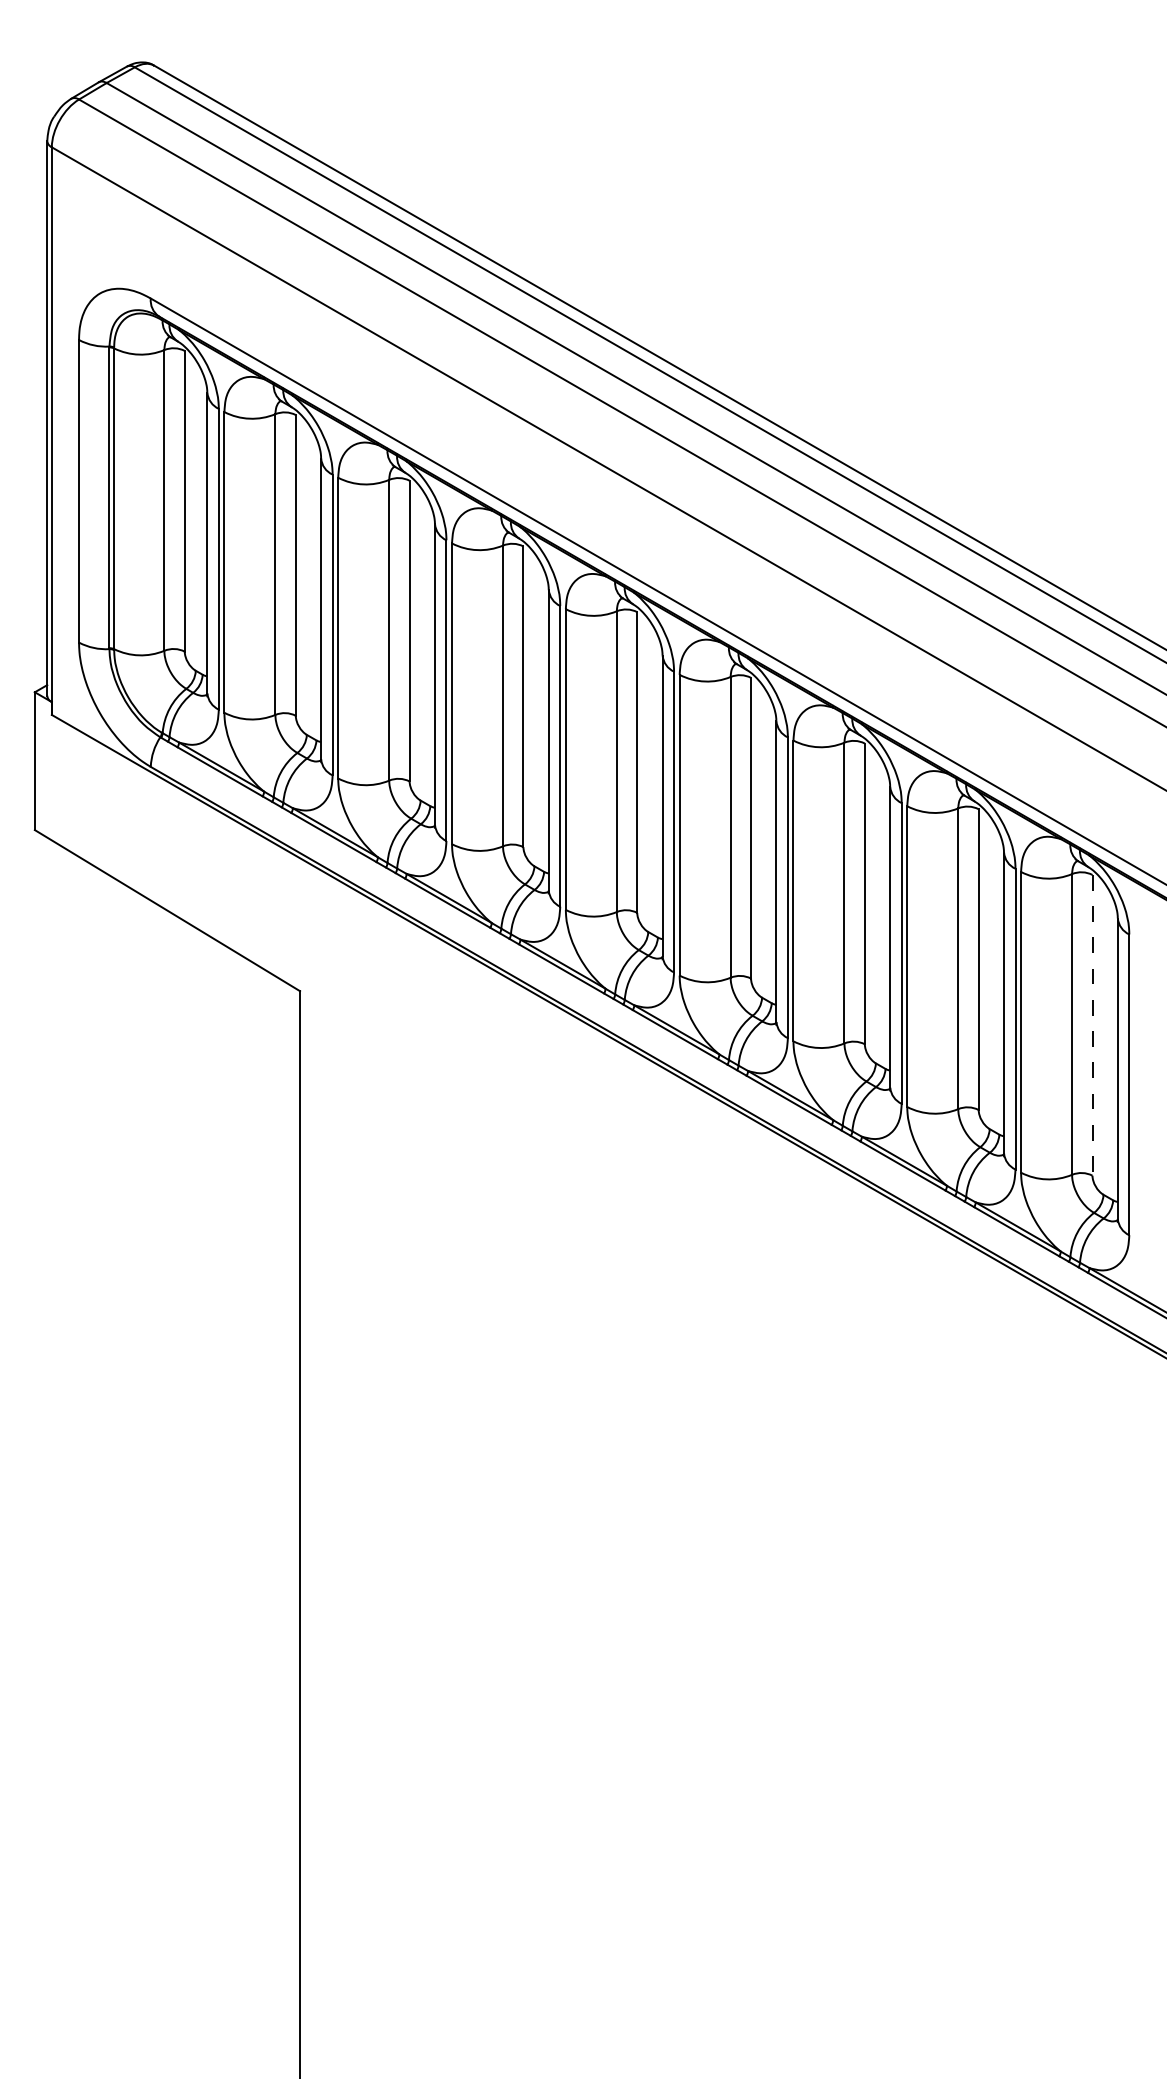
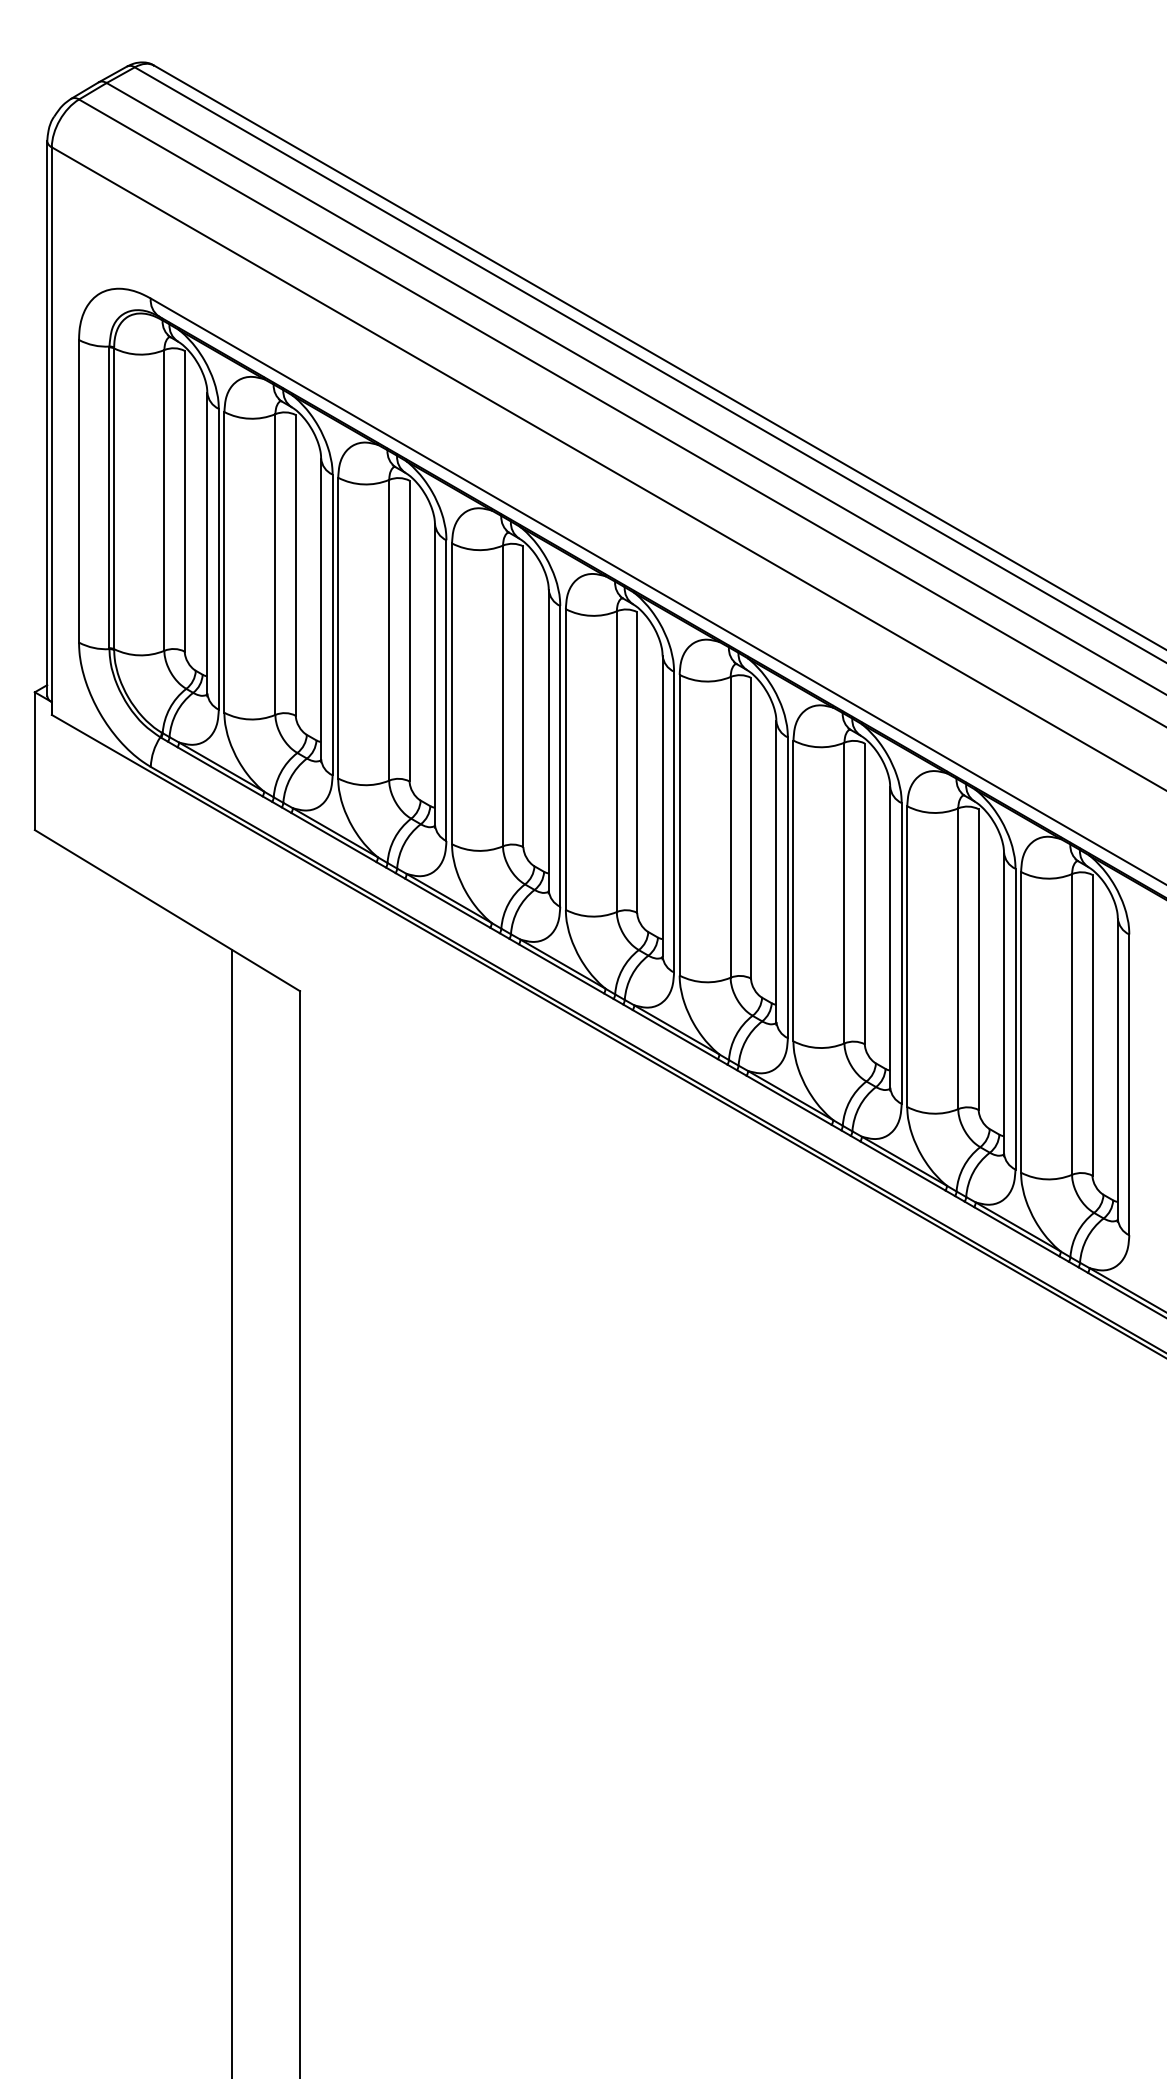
line at (1092, 1025): dashed -> solid
line at (231, 1512): none -> present
